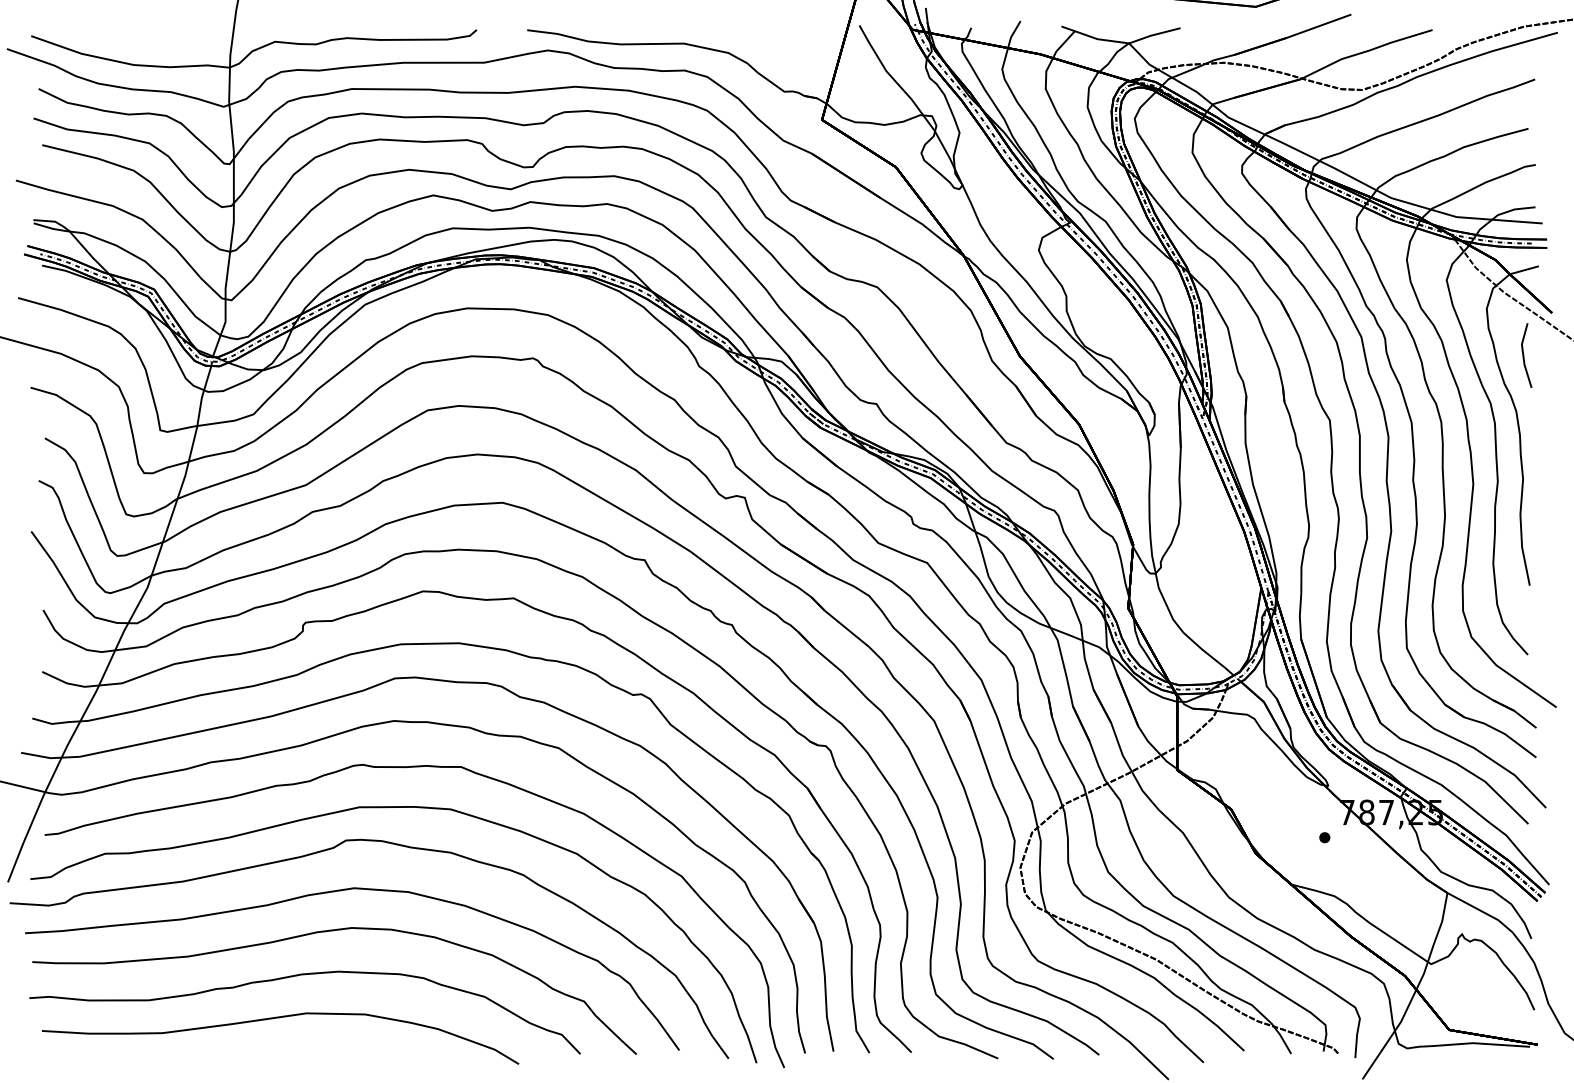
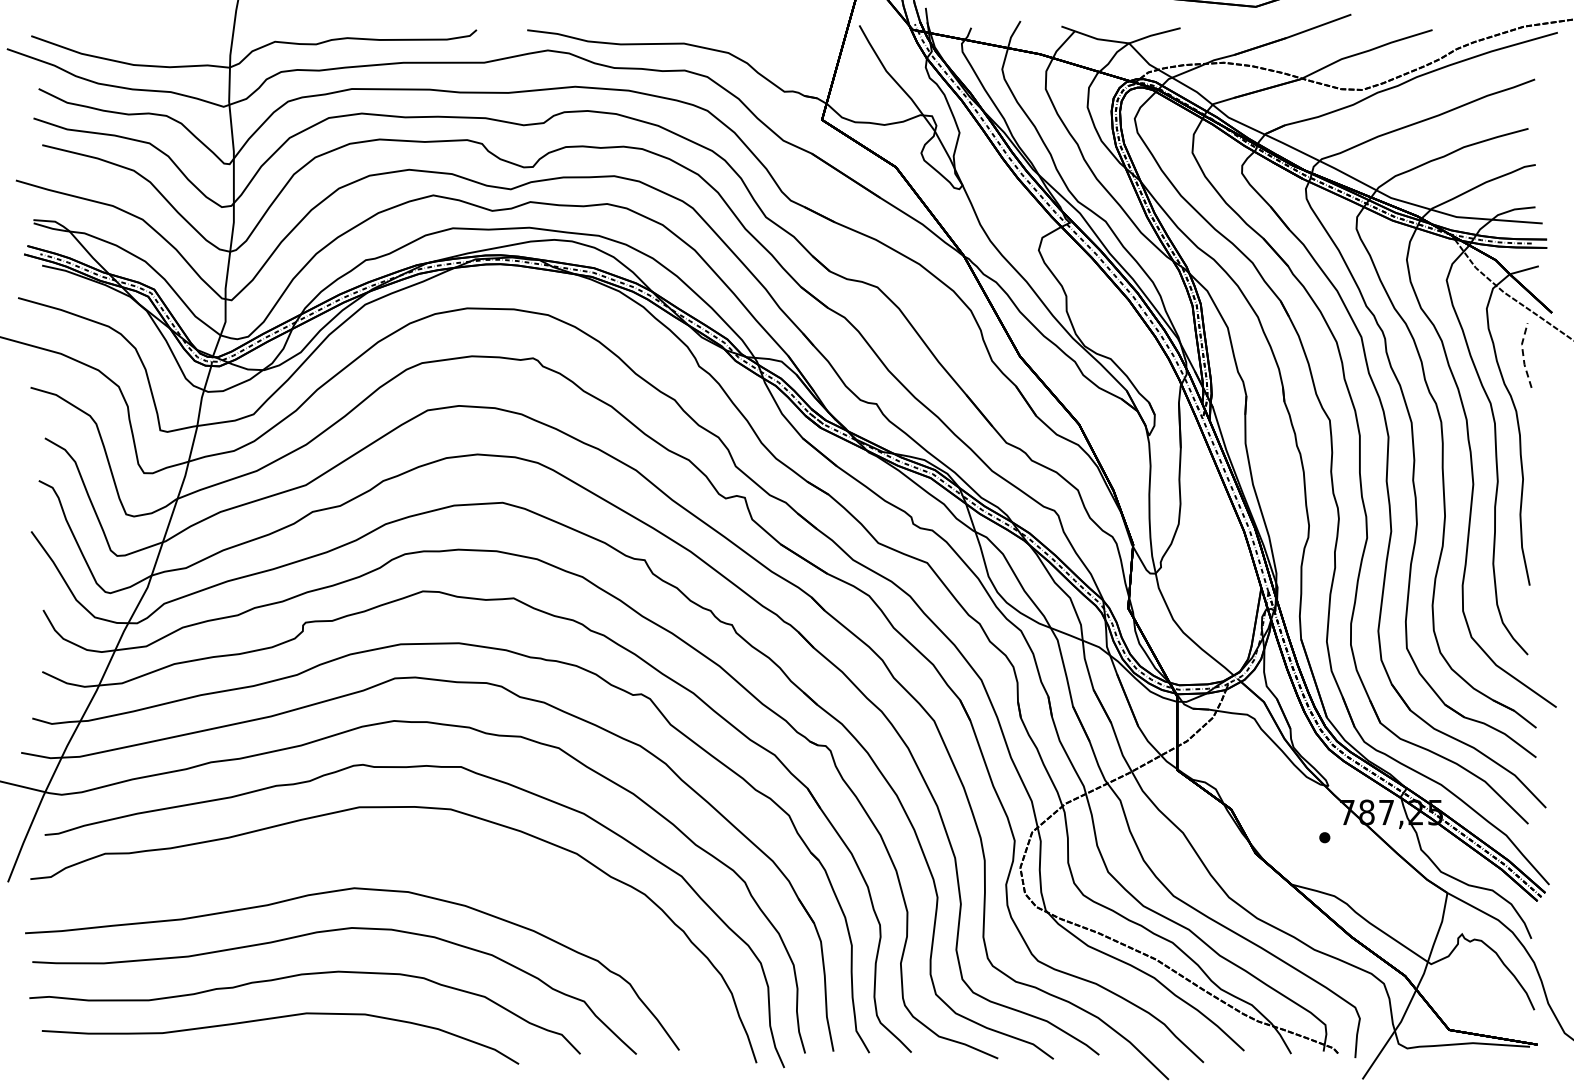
line at (1523, 355): solid -> dashed
curve at (332, 849): present -> none
